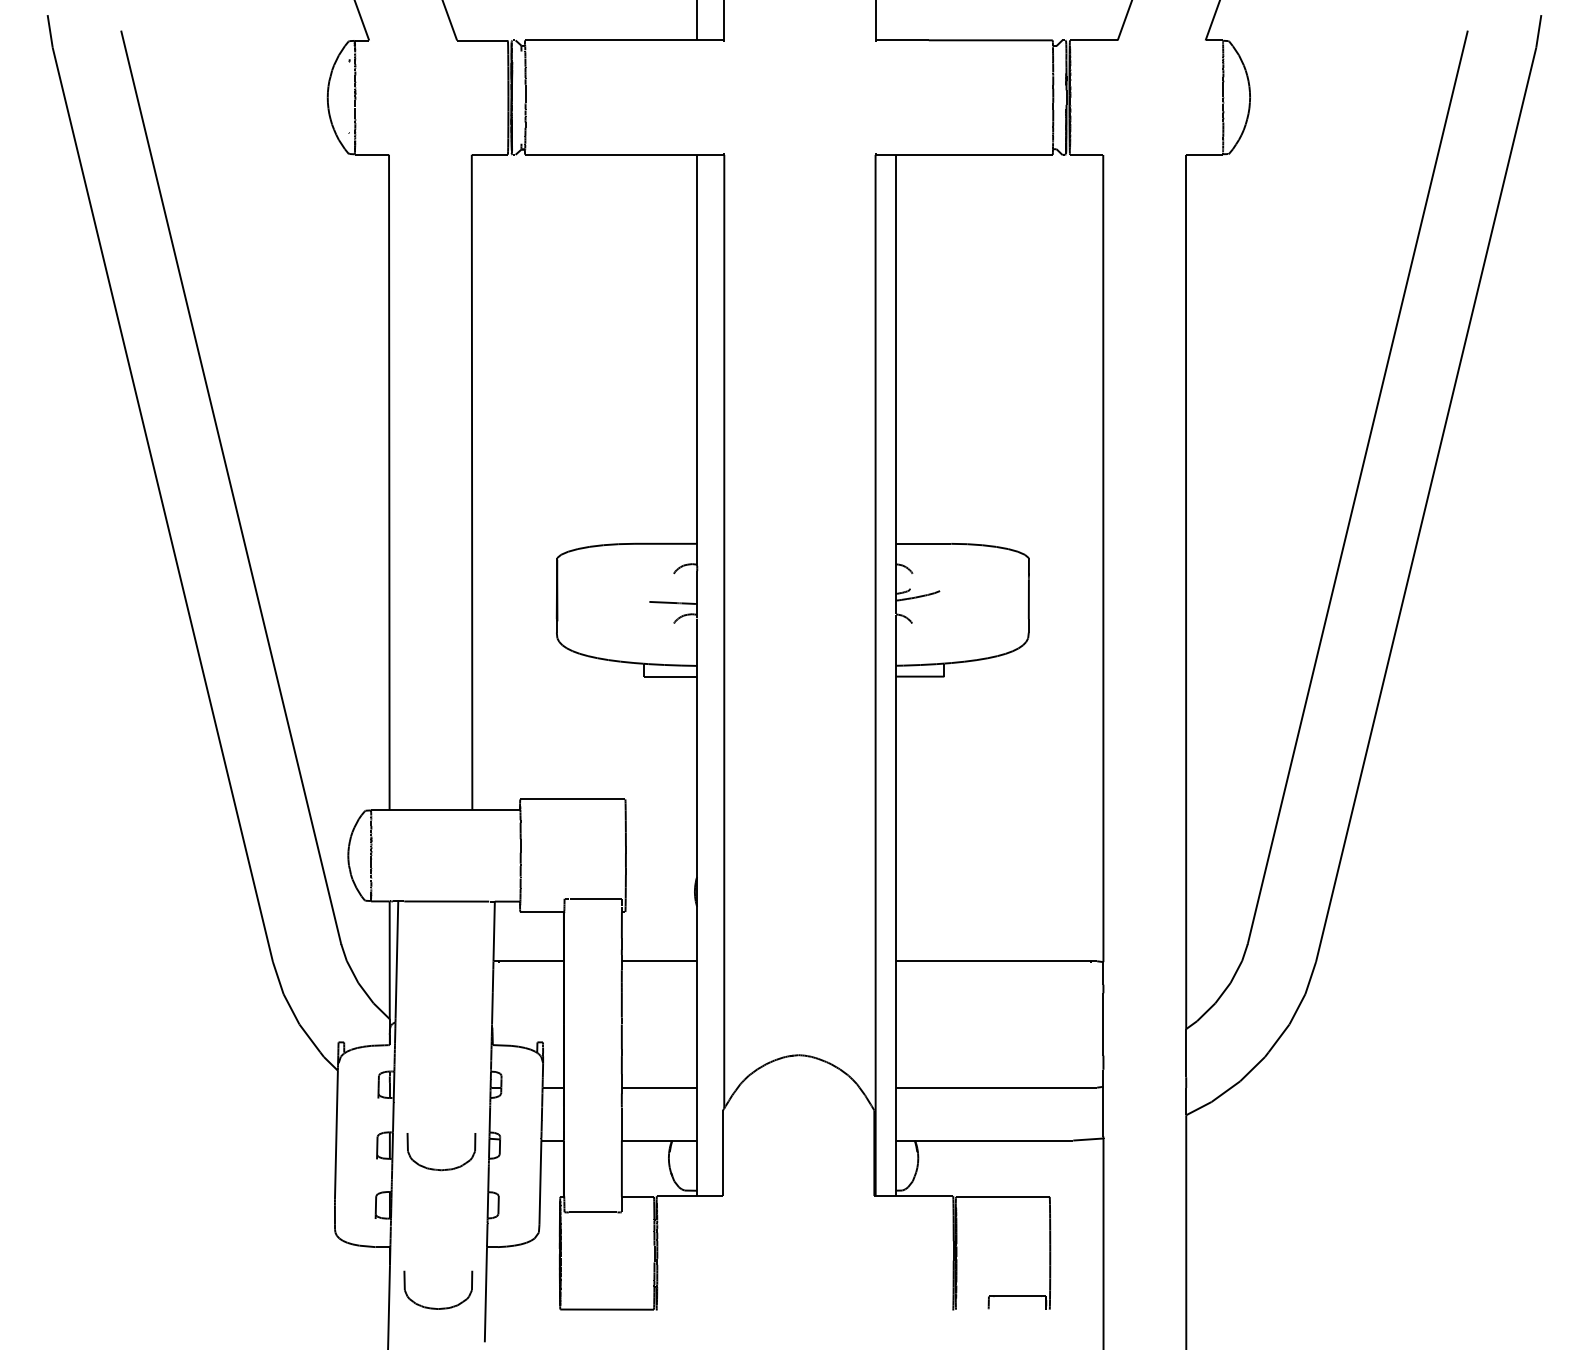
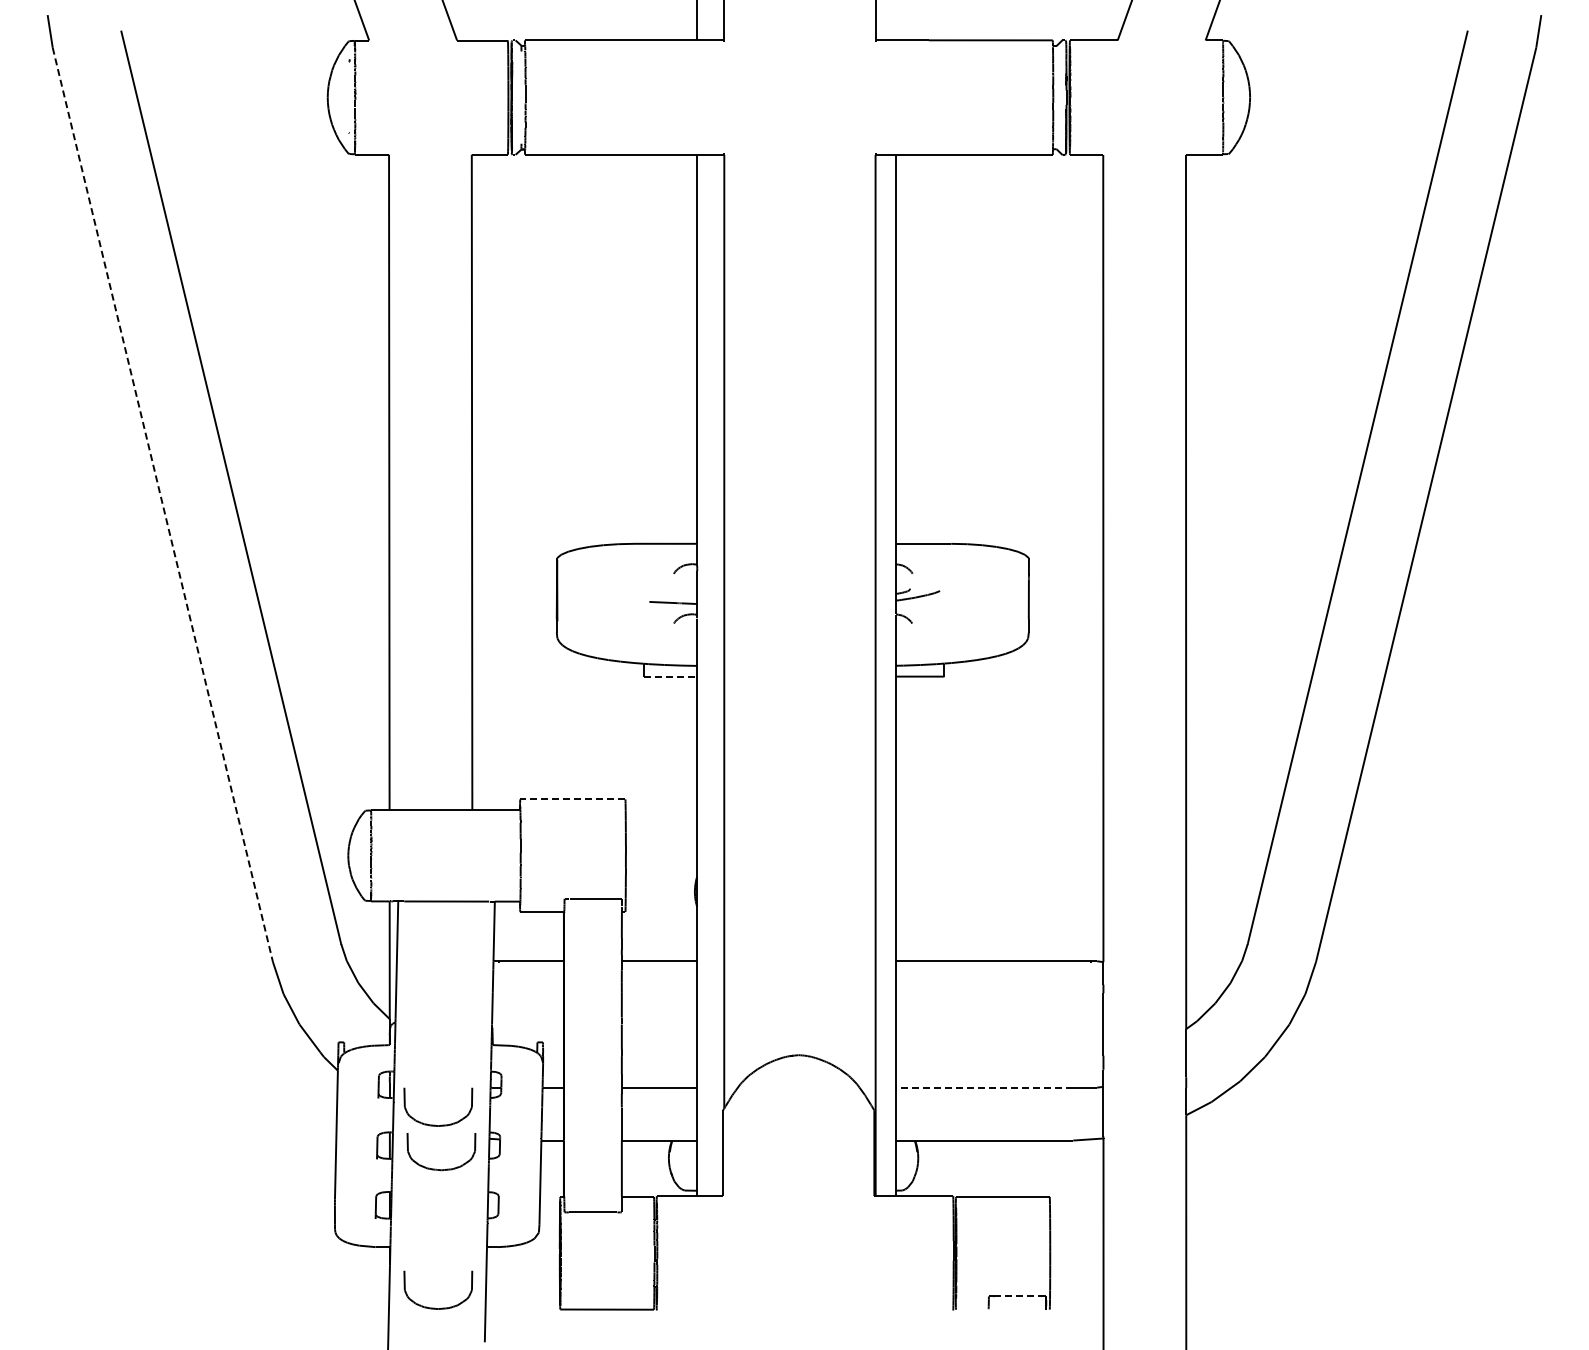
line at (162, 505): solid -> dashed
line at (670, 676): solid -> dashed
line at (572, 799): solid -> dashed
line at (984, 1087): solid -> dashed
part at (441, 1124): none -> present
line at (1018, 1296): solid -> dashed
